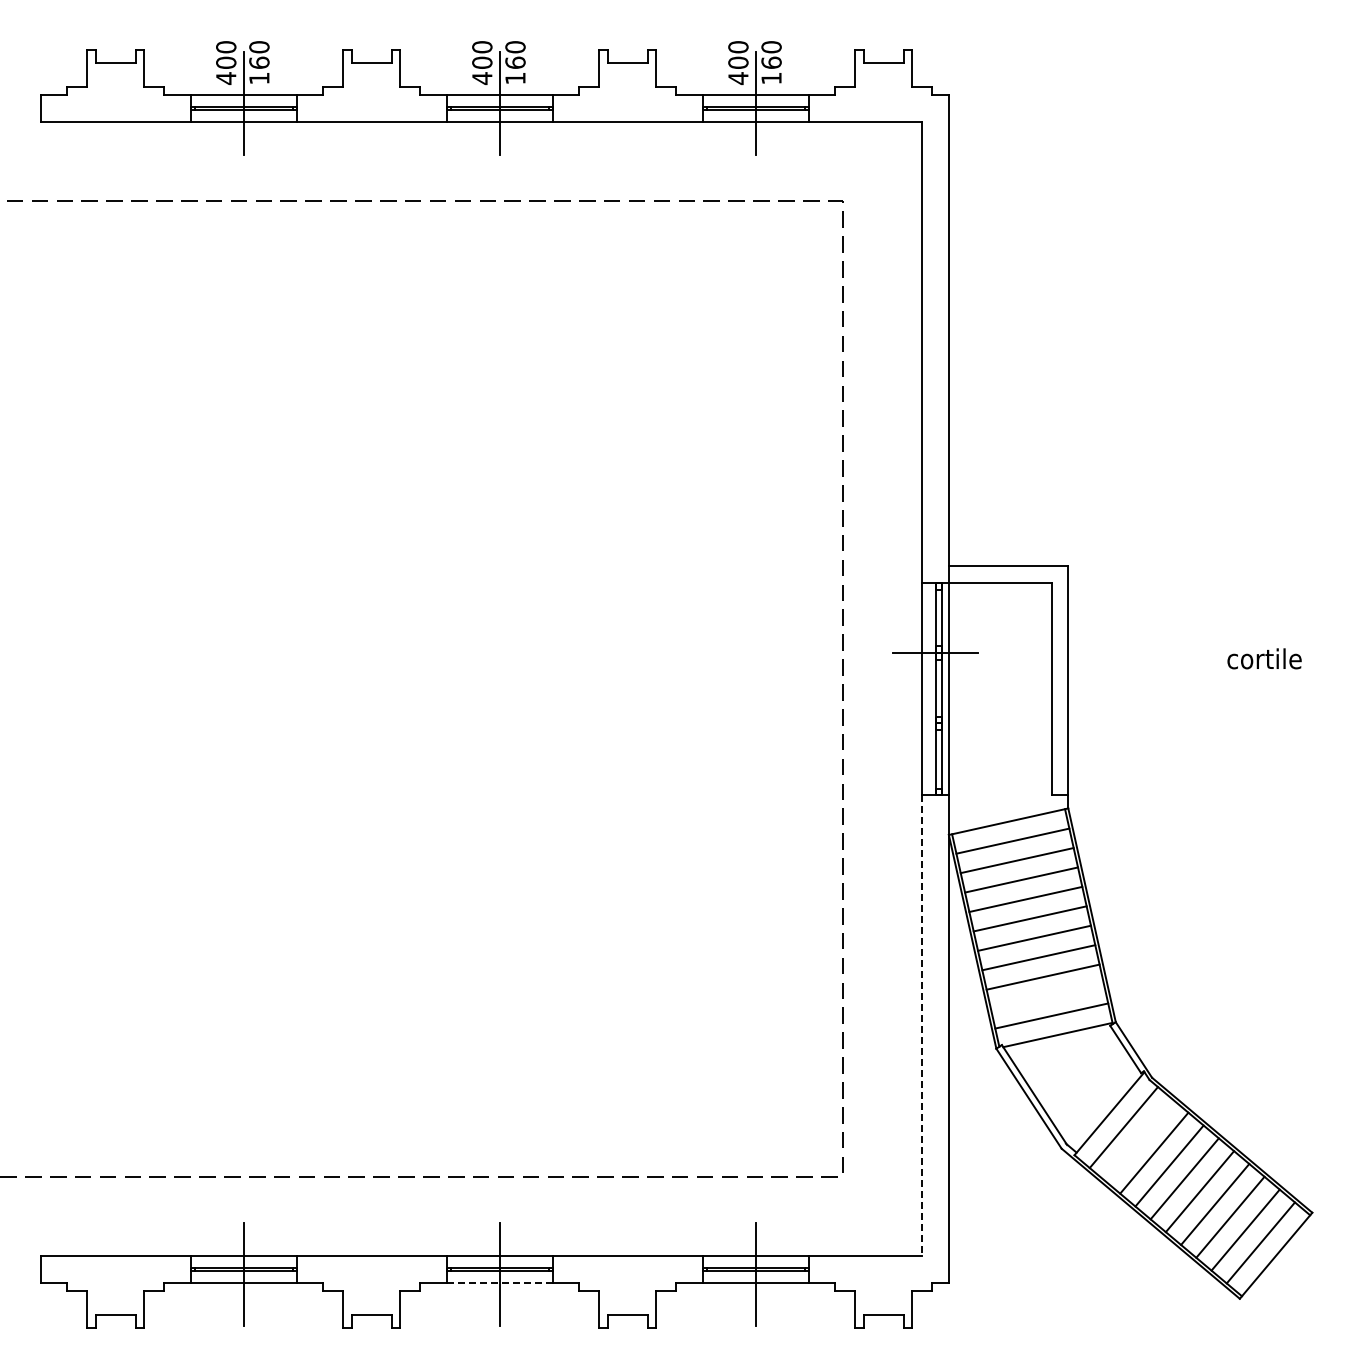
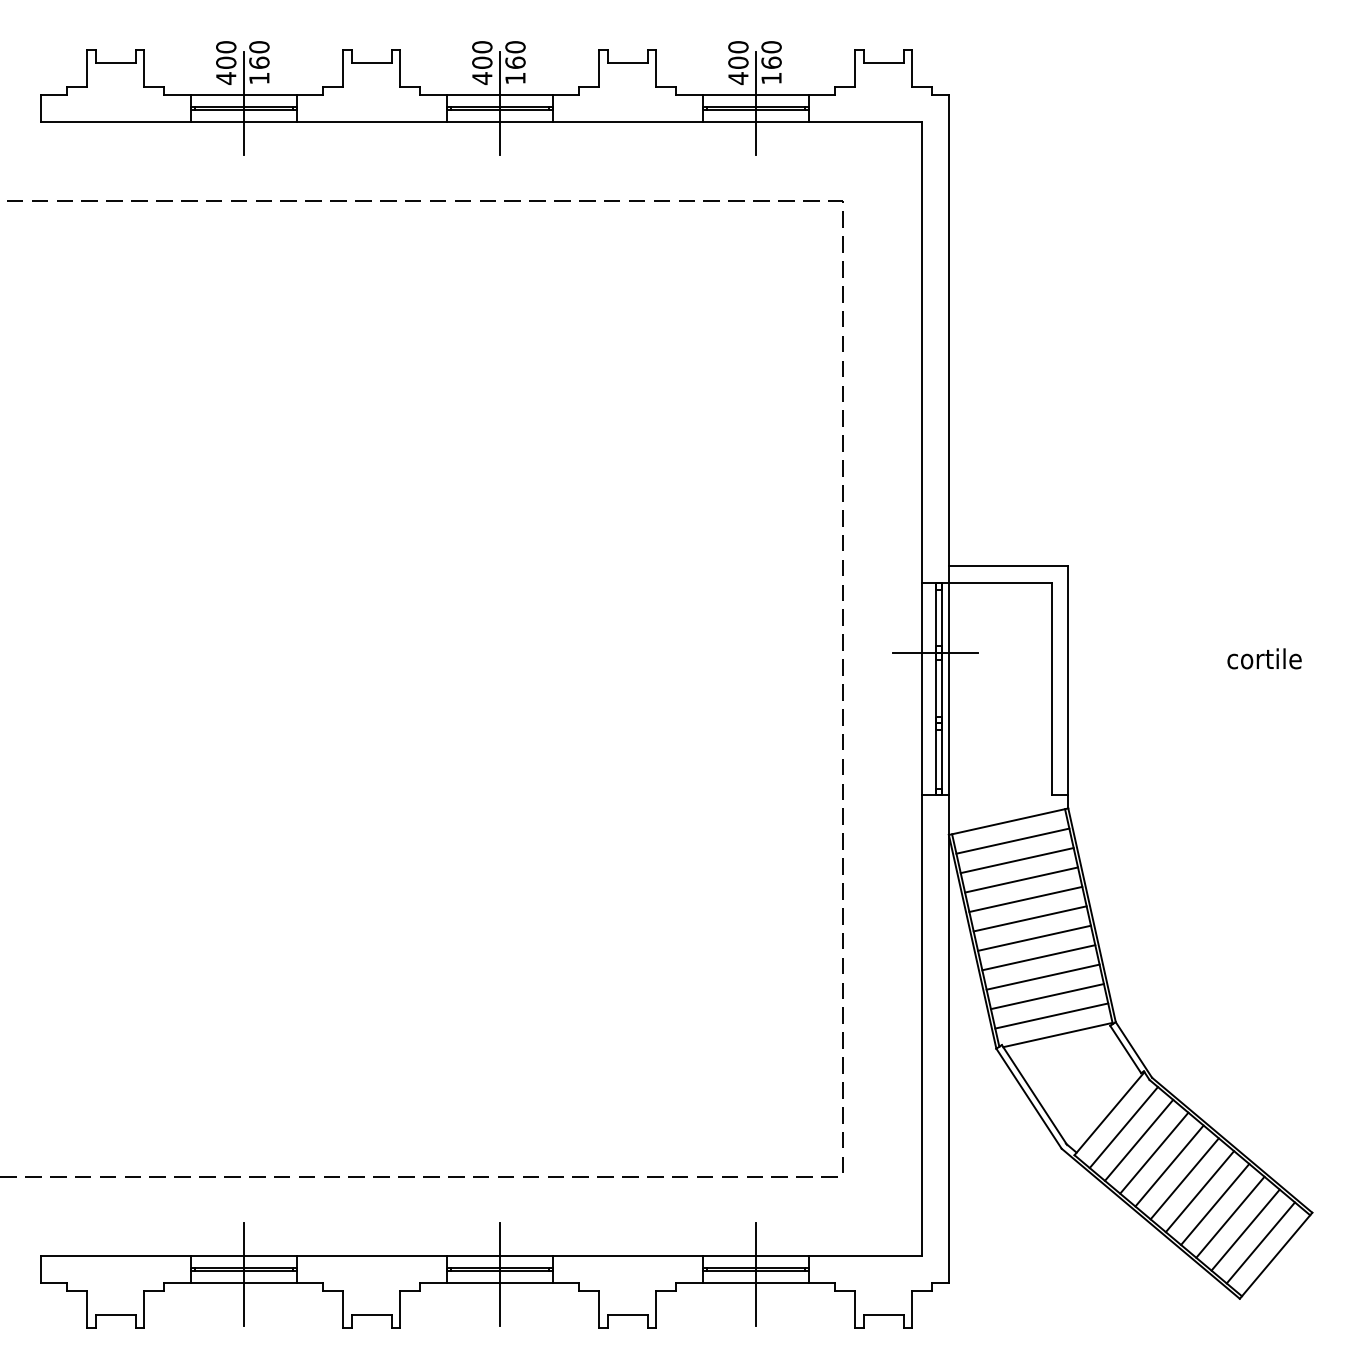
line at (1046, 996): none -> present
line at (922, 1025): dashed -> solid
line at (1138, 1139): none -> present
line at (499, 1282): dashed -> solid
